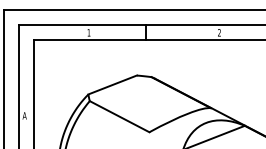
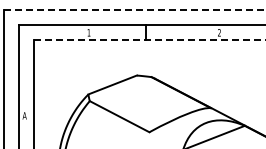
line at (134, 10): solid -> dashed
line at (149, 40): solid -> dashed
